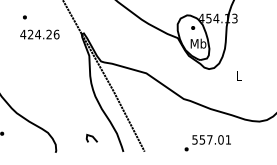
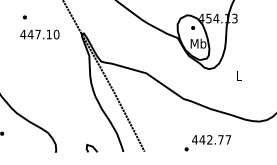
text at (43, 34): 424.26 -> 447.10
line at (91, 137) position: (91, 137) -> (91, 147)
text at (211, 139): 557.01 -> 442.77
